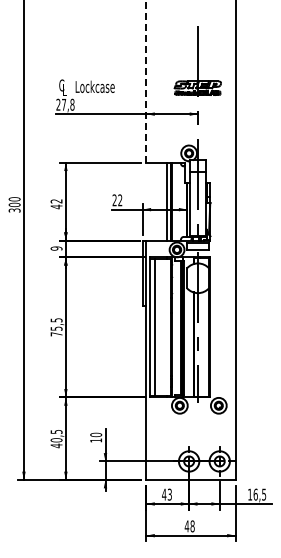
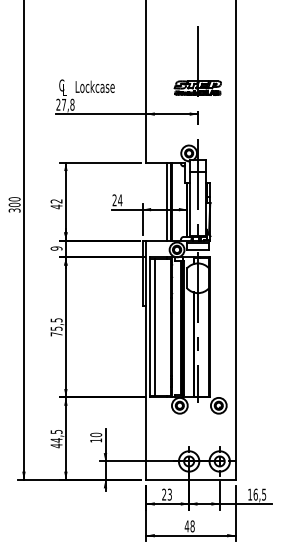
line at (146, 80): dashed -> solid
text at (120, 200): 22 -> 24
text at (56, 440): 40,5 -> 44,5
text at (164, 494): 43 -> 23
